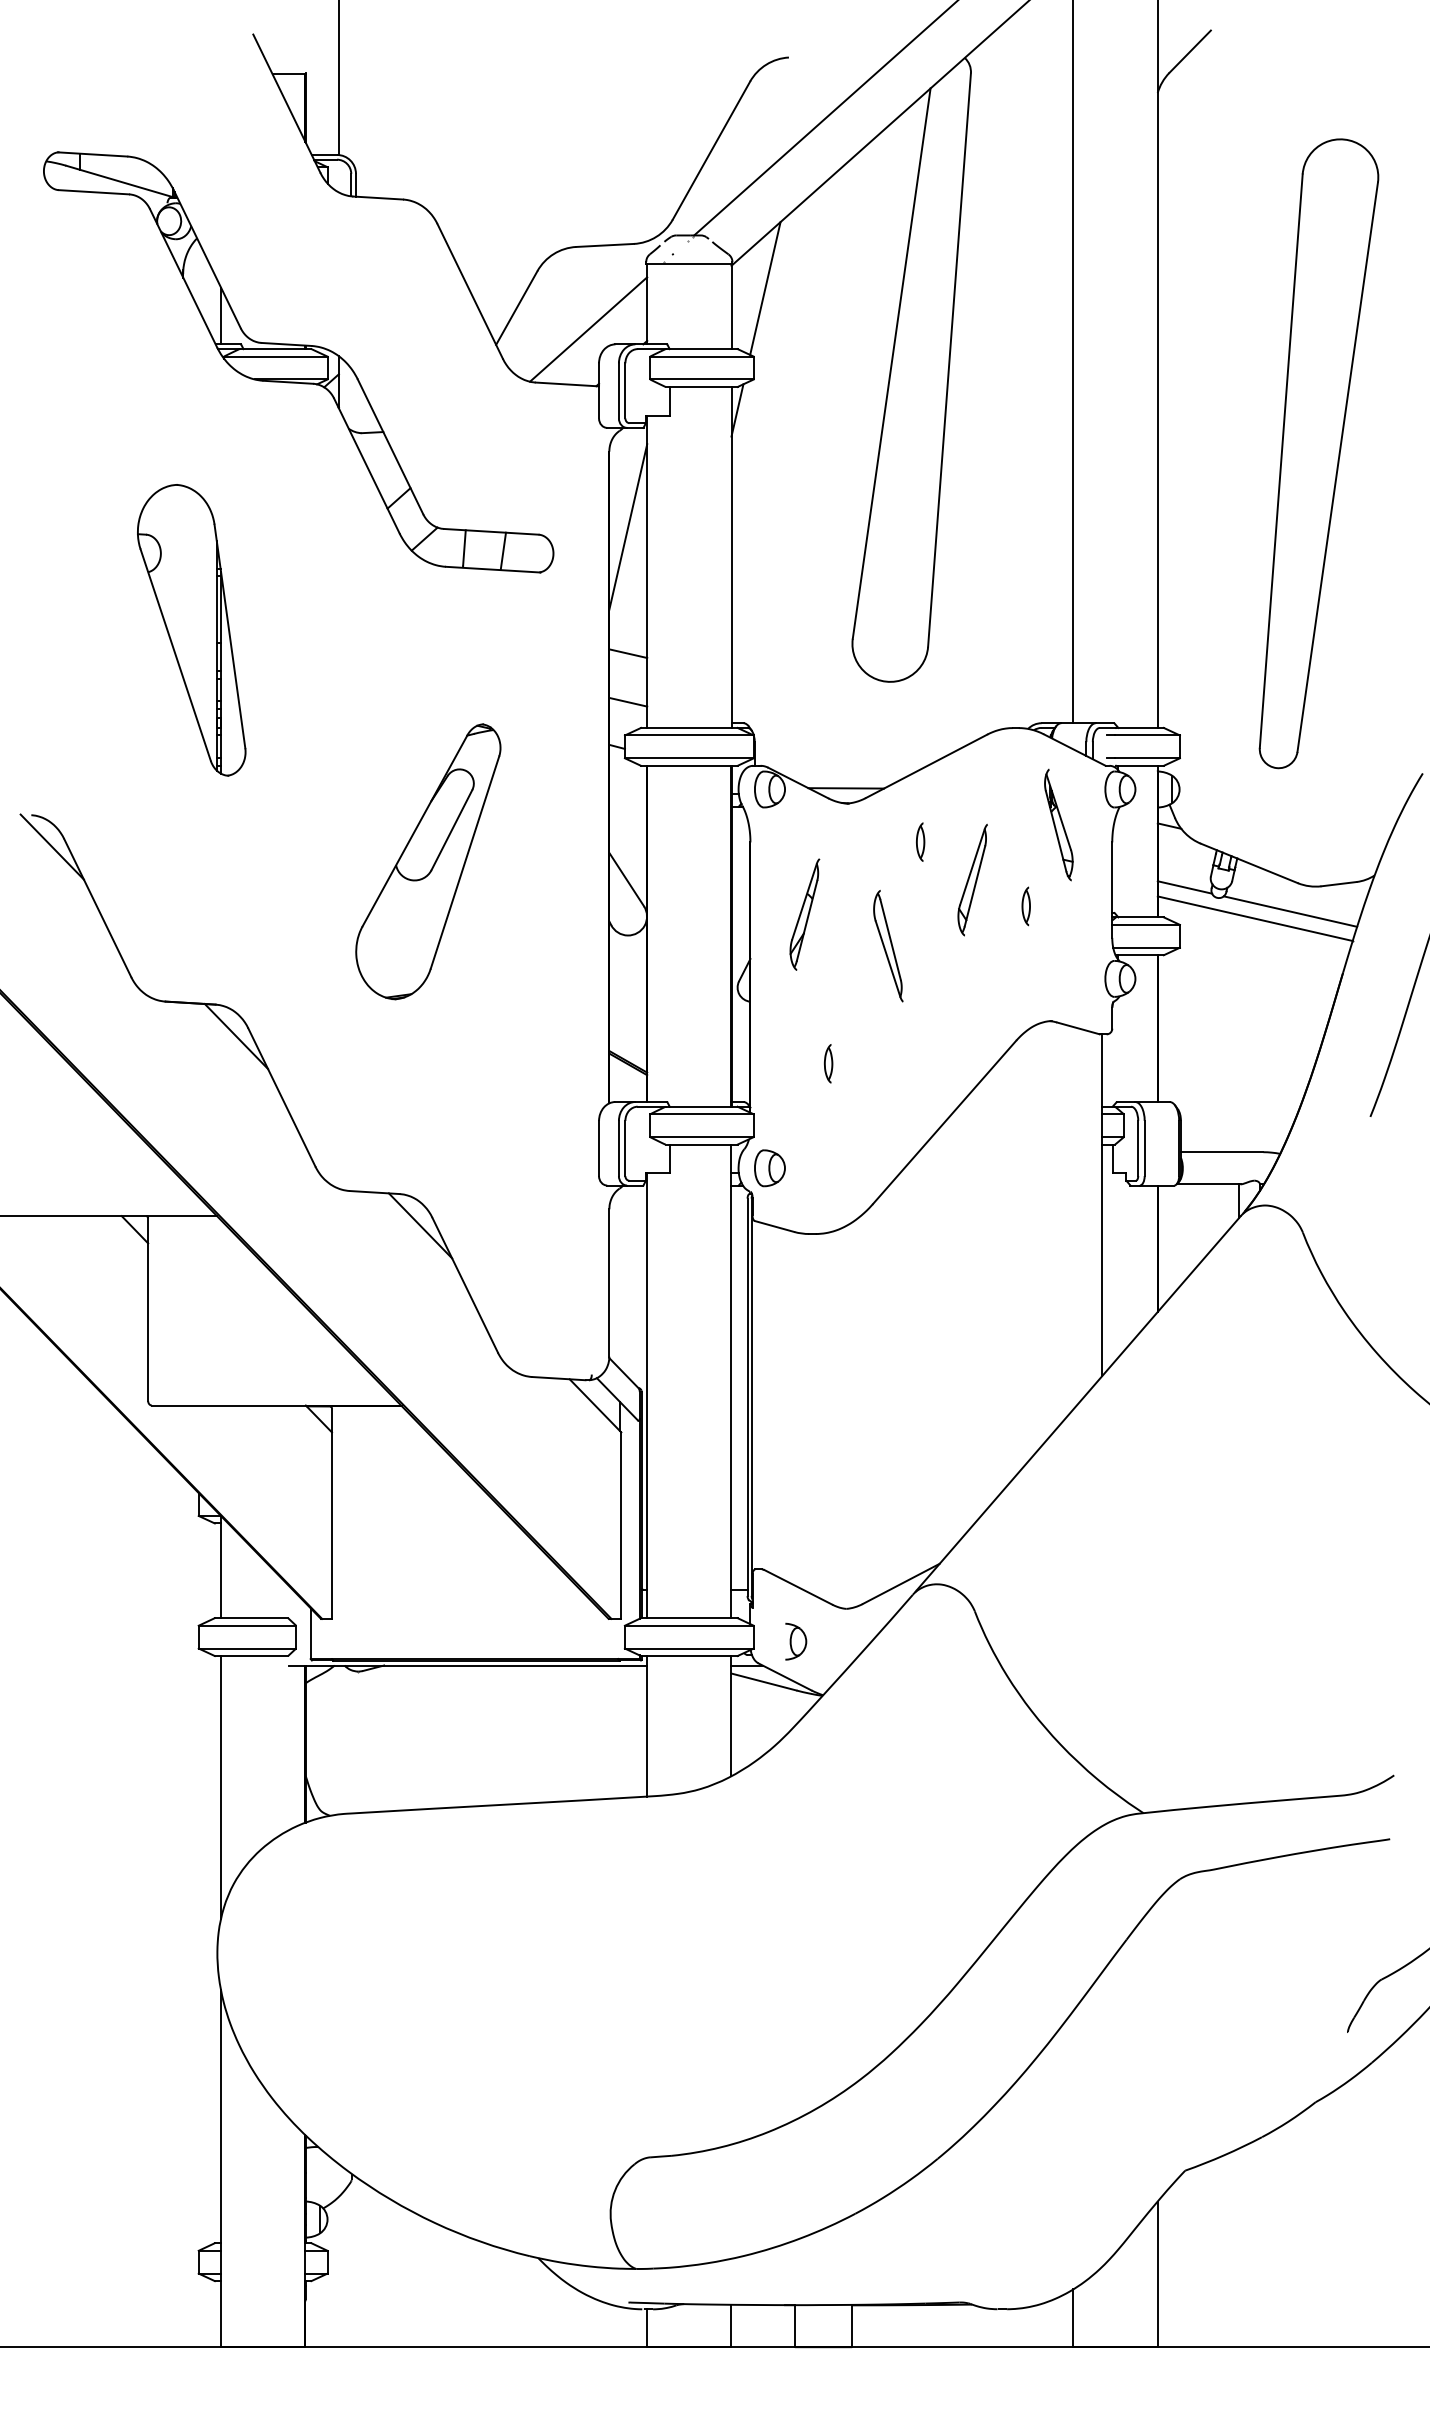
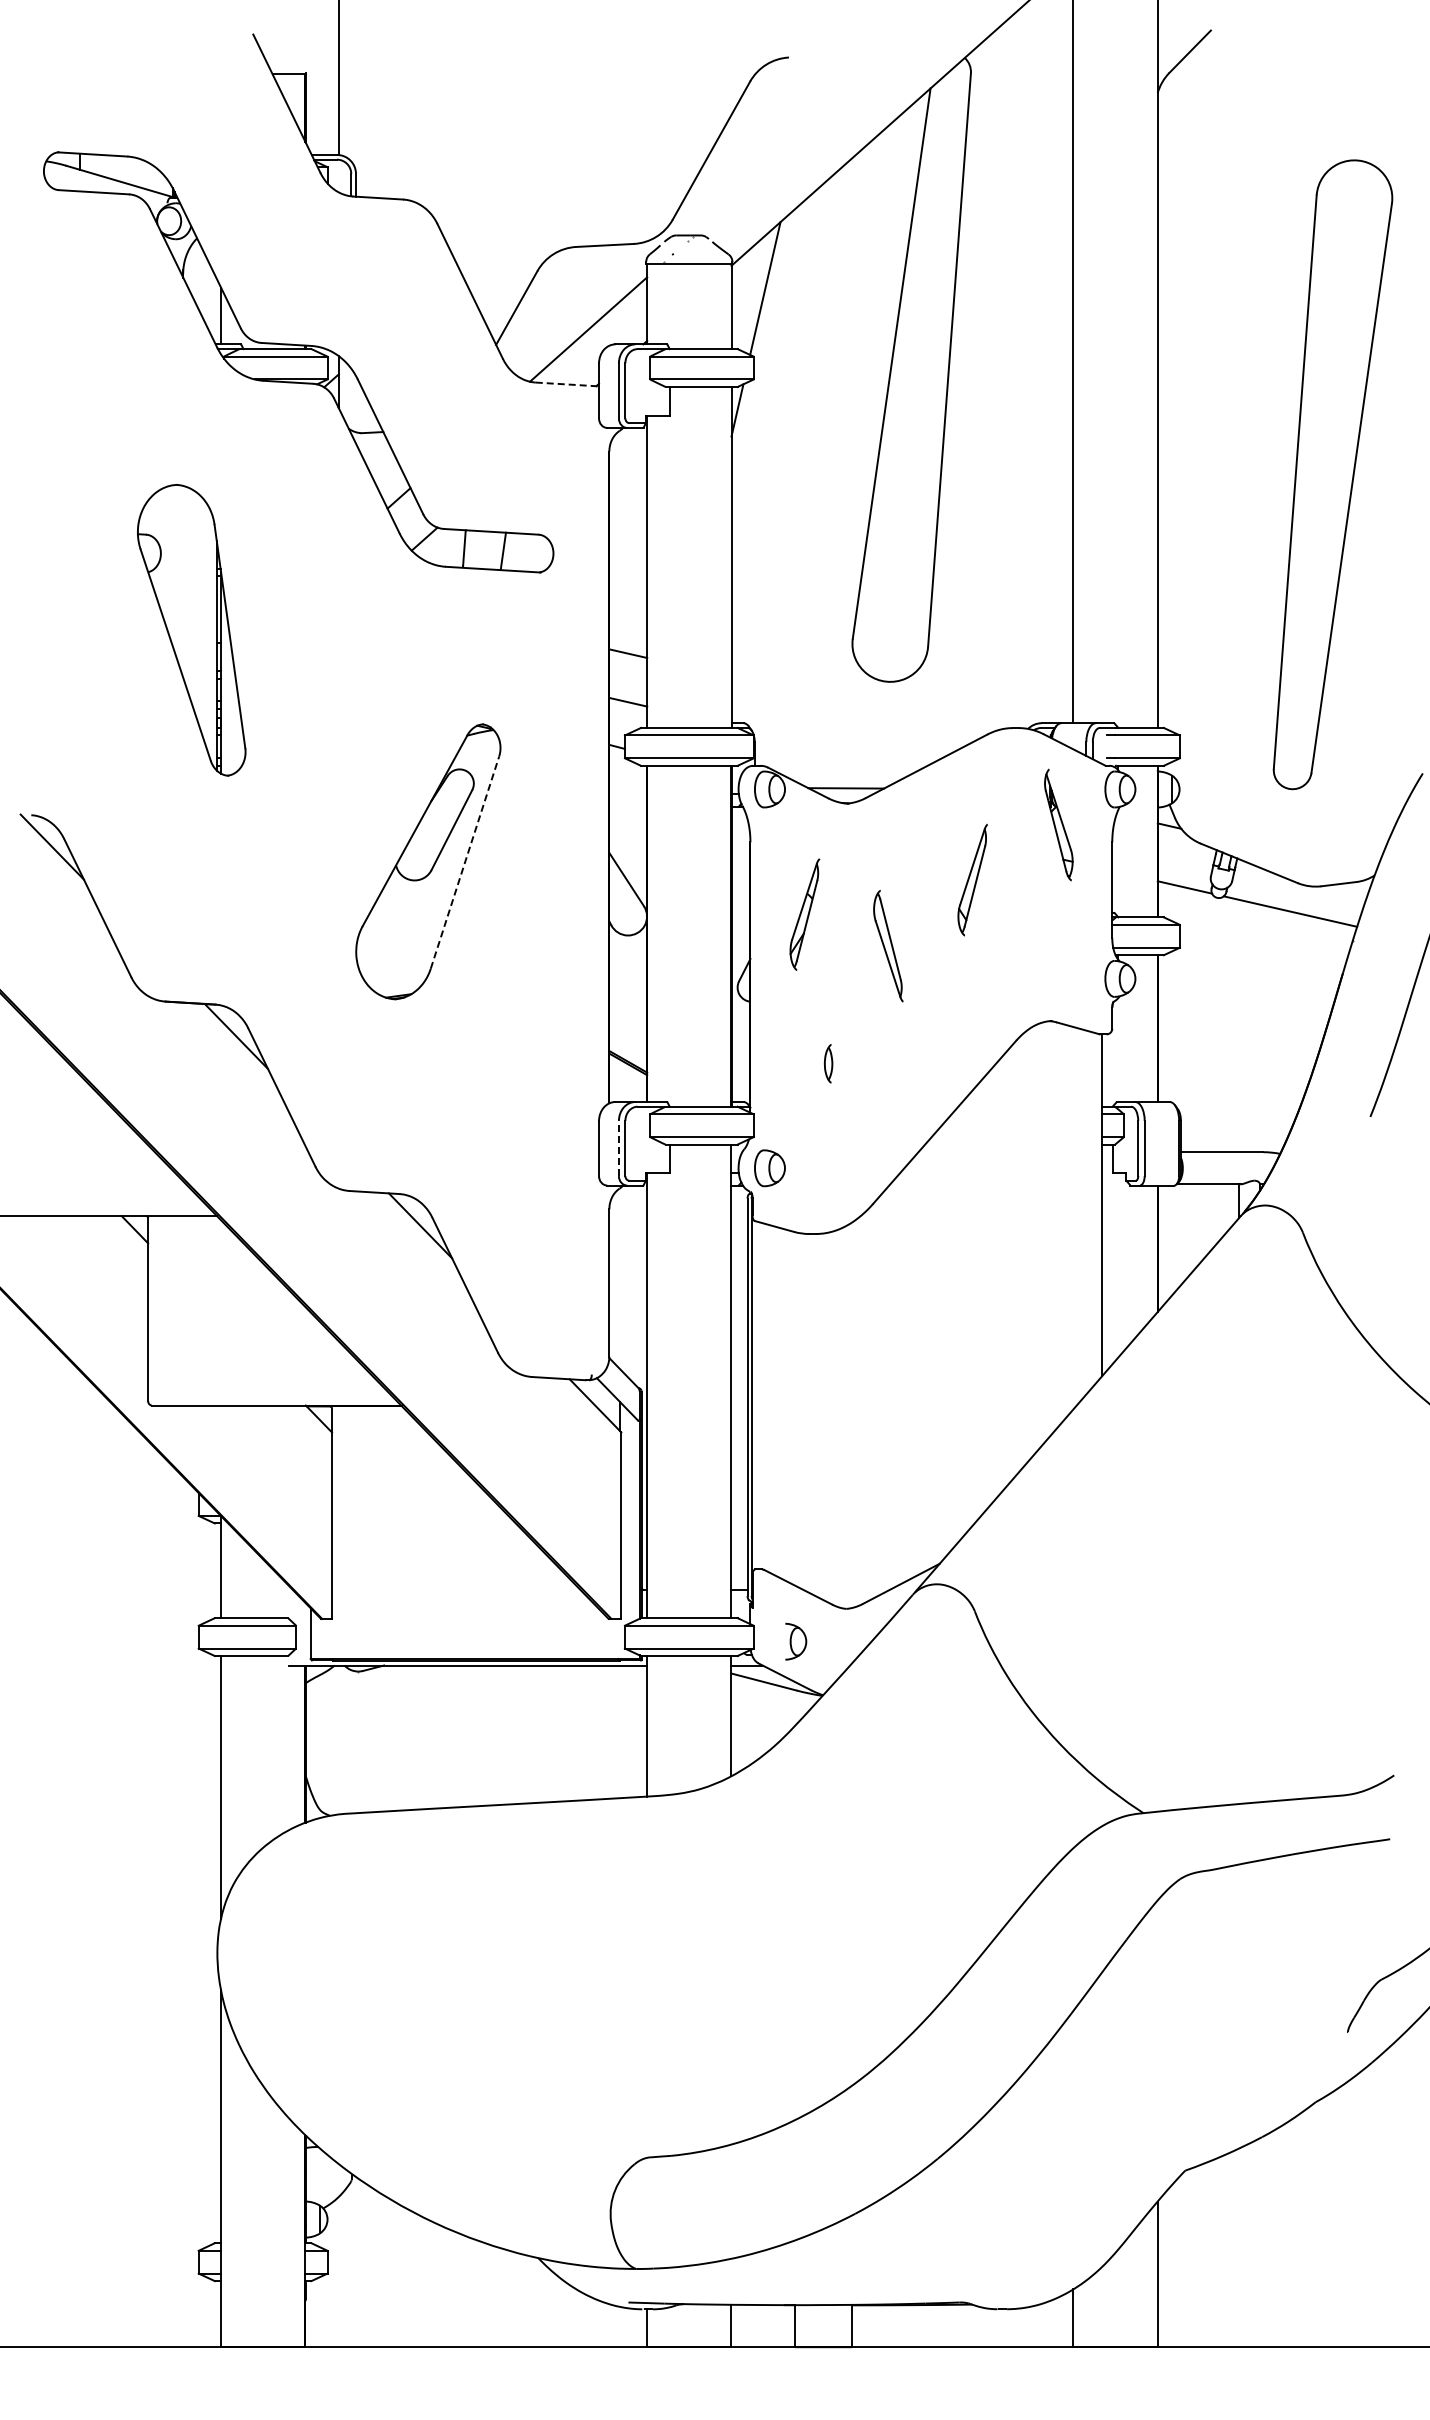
line at (824, 118): present -> none
line at (567, 384): solid -> dashed
part at (1318, 453) position: (1318, 453) -> (1332, 474)
line at (628, 526): present -> none
part at (920, 841): present -> none
line at (465, 862): solid -> dashed
part at (1025, 906): present -> none
line at (1254, 918): present -> none
line at (618, 1148): solid -> dashed
